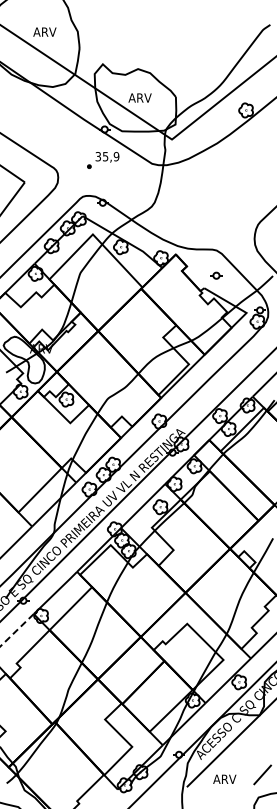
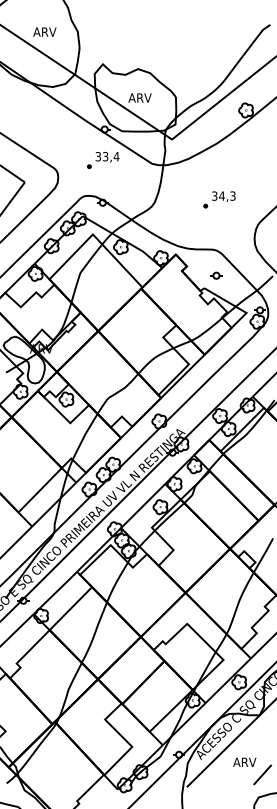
text at (111, 156): 35,9 -> 33,4
part at (219, 199): none -> present
line at (16, 630): dashed -> solid
text at (224, 778) position: (224, 778) -> (244, 761)
